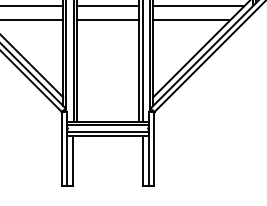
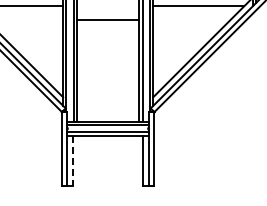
line at (108, 6): present -> none
line at (32, 20): present -> none
line at (191, 20): present -> none
line at (73, 161): solid -> dashed
